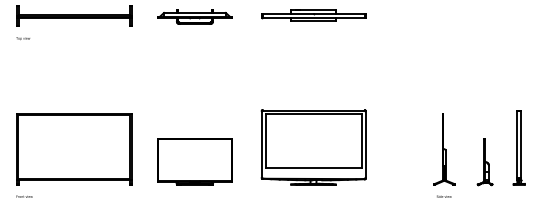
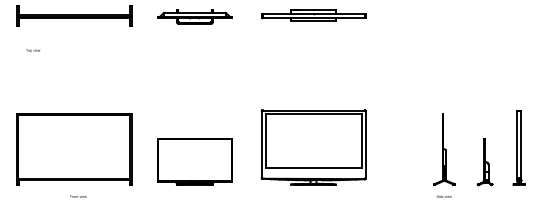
text at (23, 38) position: (23, 38) -> (33, 50)
text at (24, 196) position: (24, 196) -> (78, 196)
